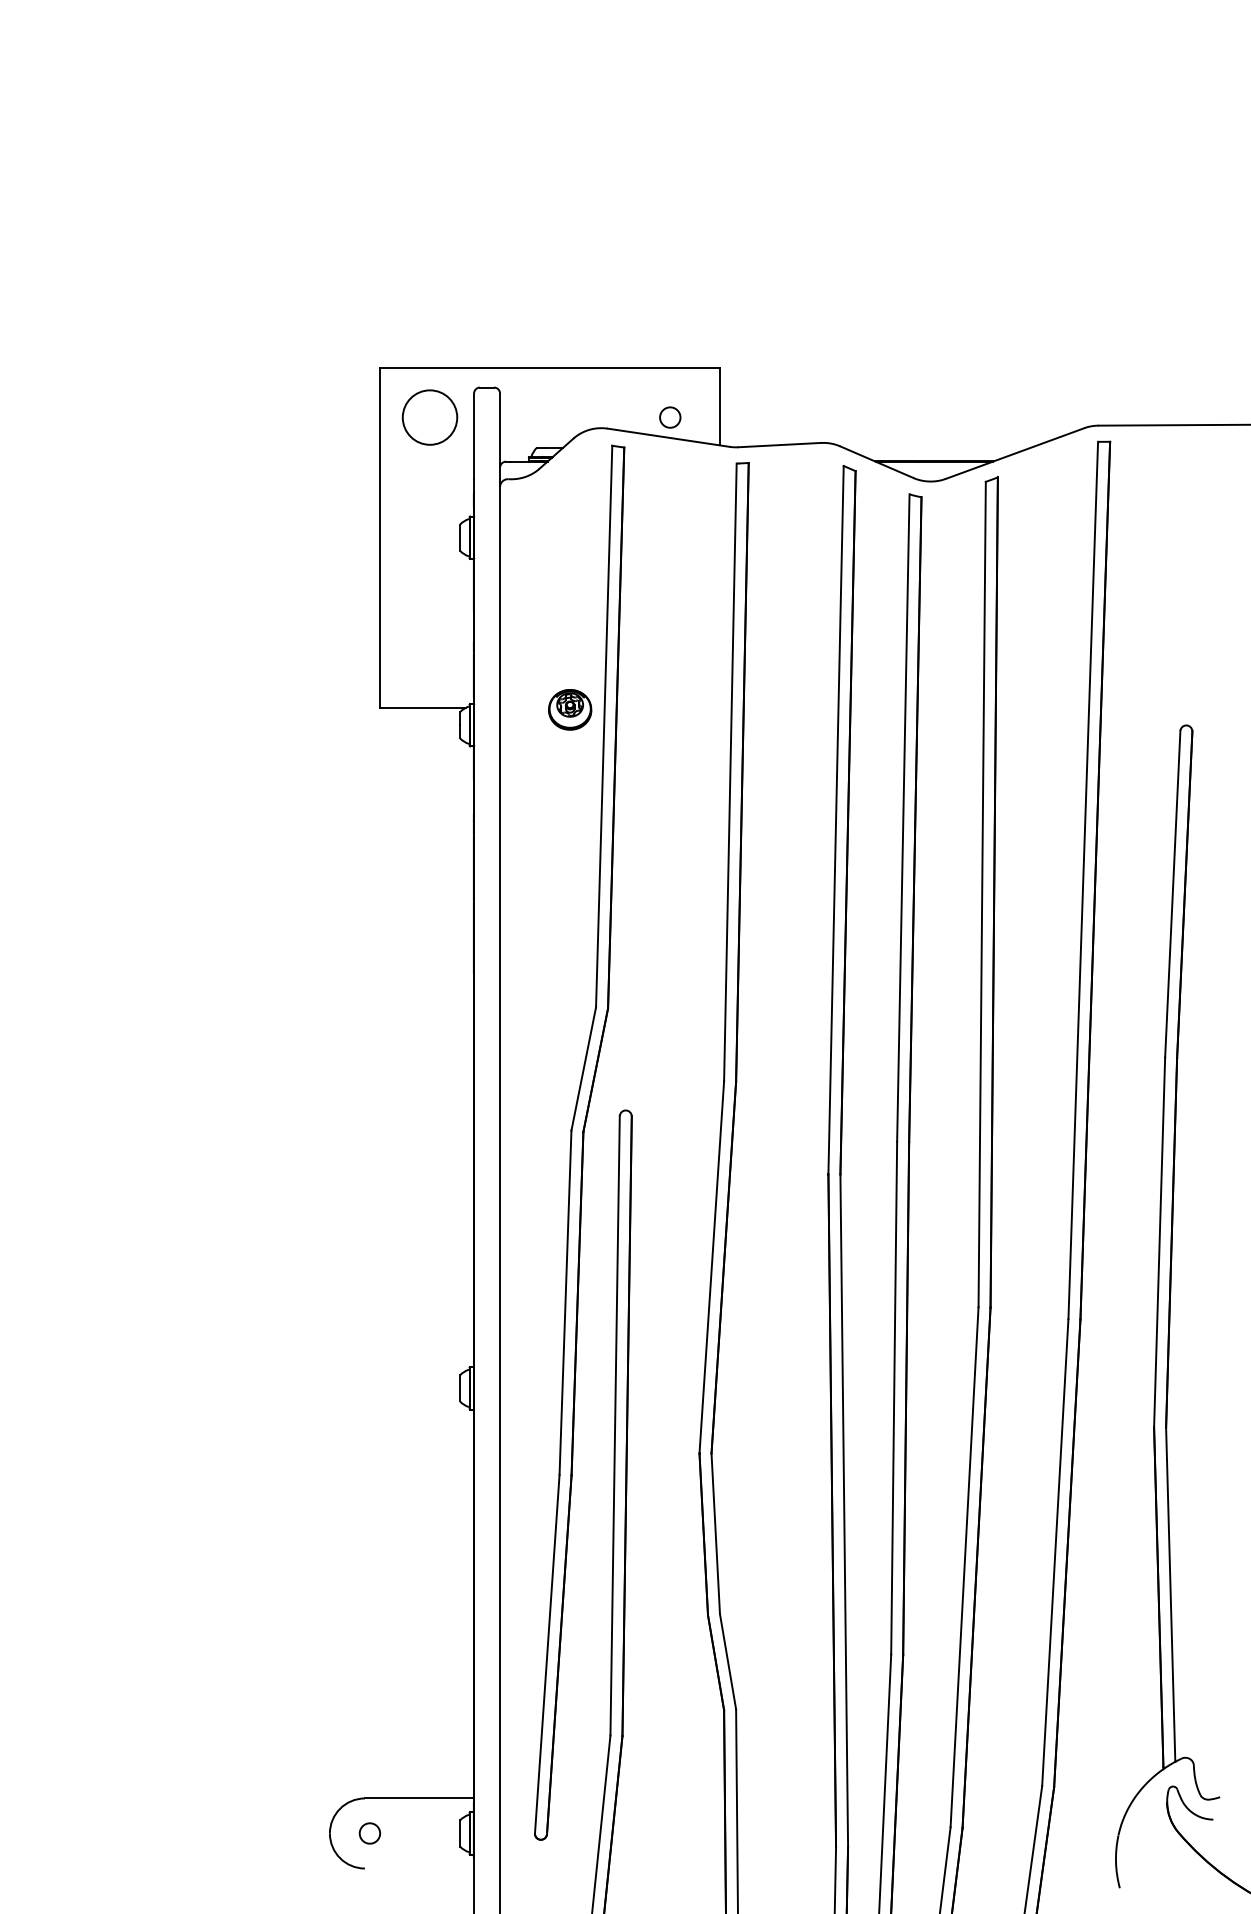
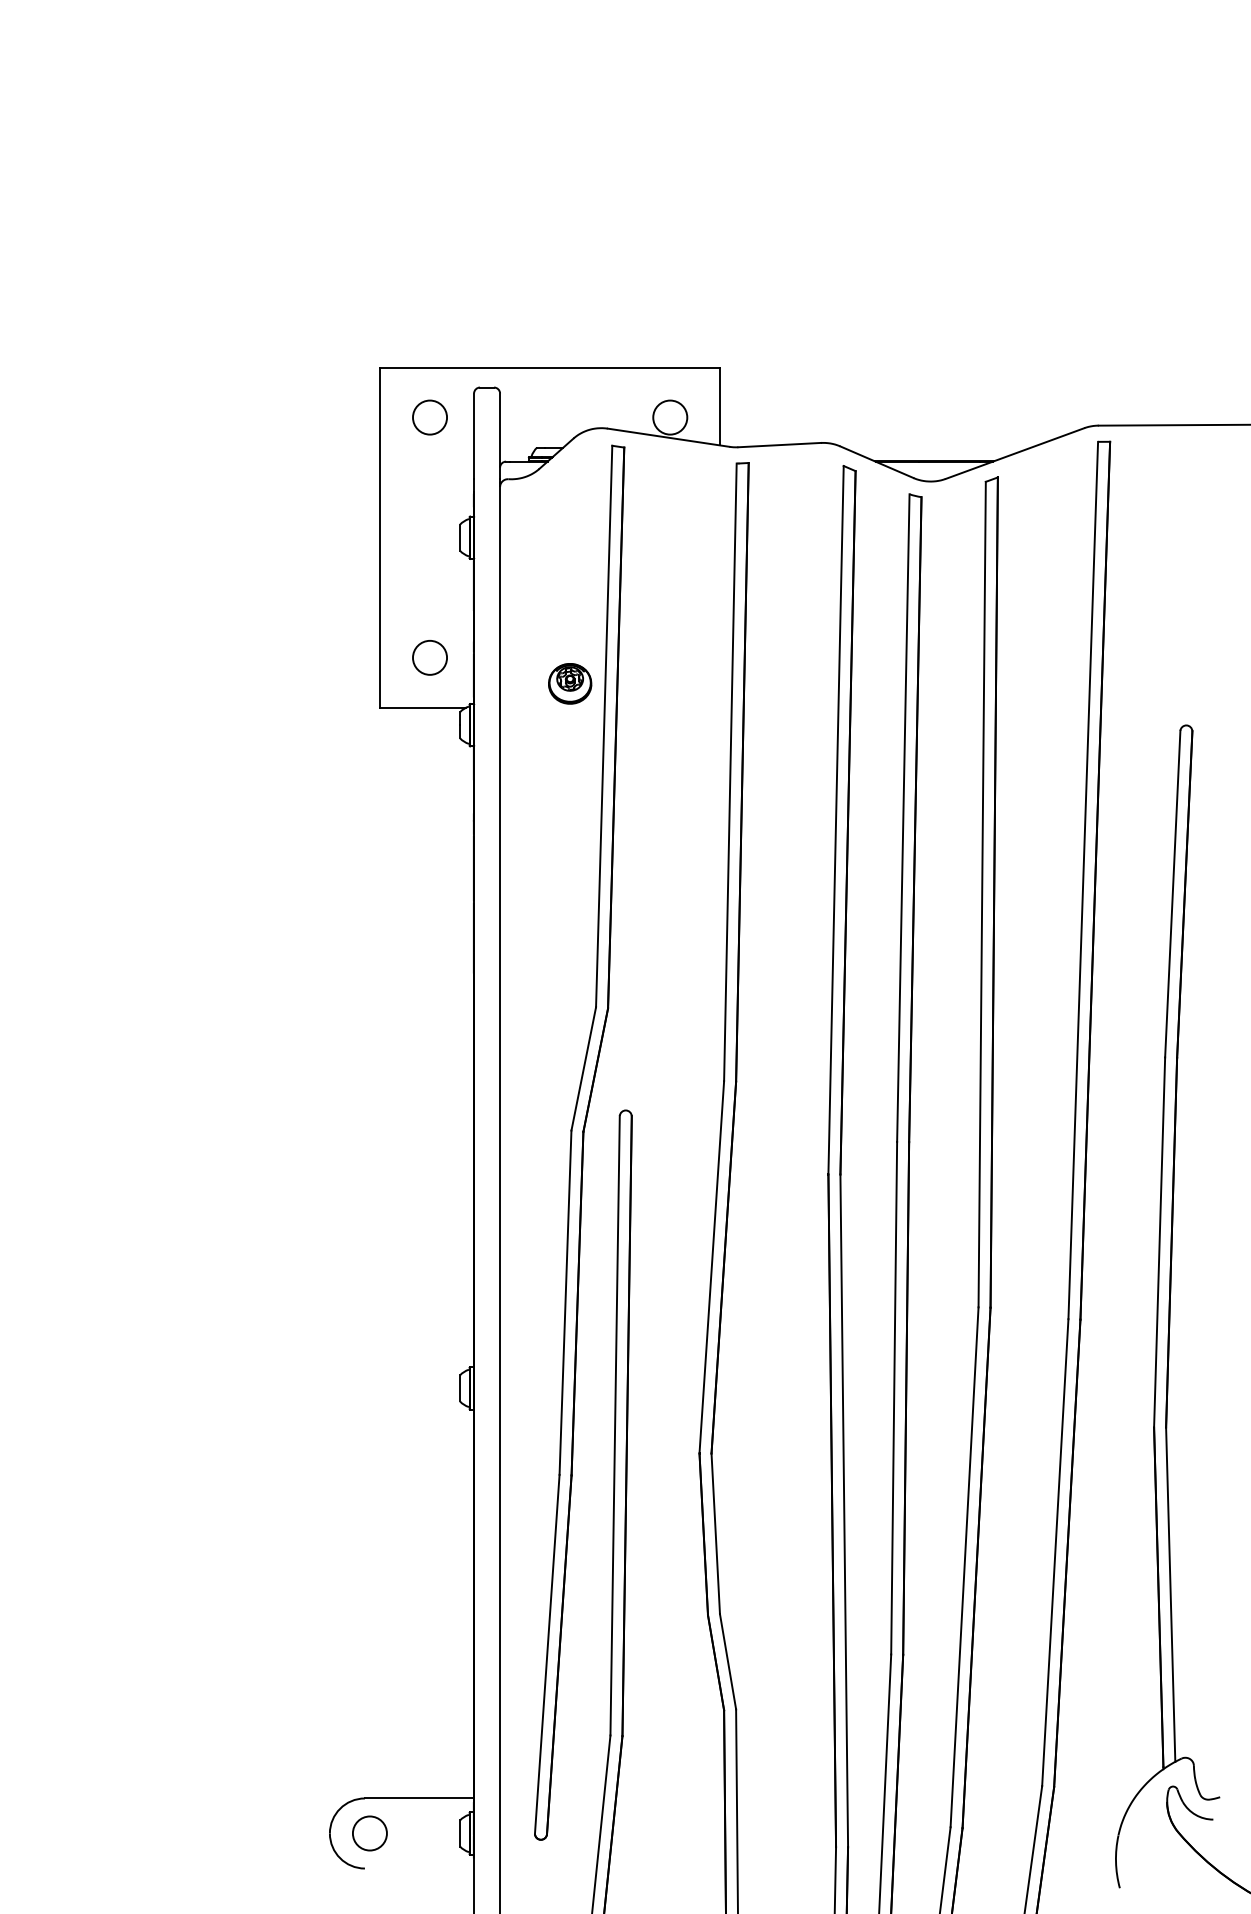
circle at (429, 417) diameter: 54 px -> 34 px
circle at (670, 417) diameter: 20 px -> 34 px
circle at (429, 657): none -> present
part at (570, 709) position: (570, 709) -> (570, 683)
circle at (369, 1833) diameter: 20 px -> 34 px
